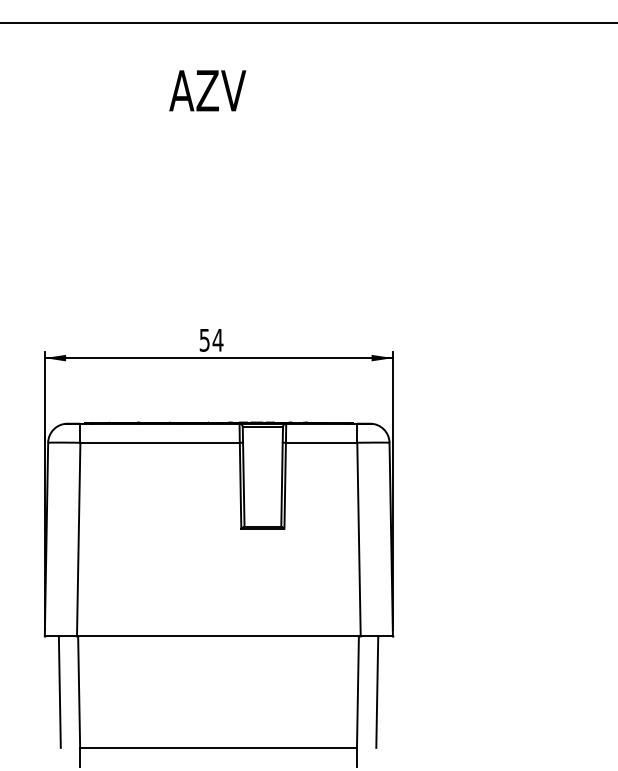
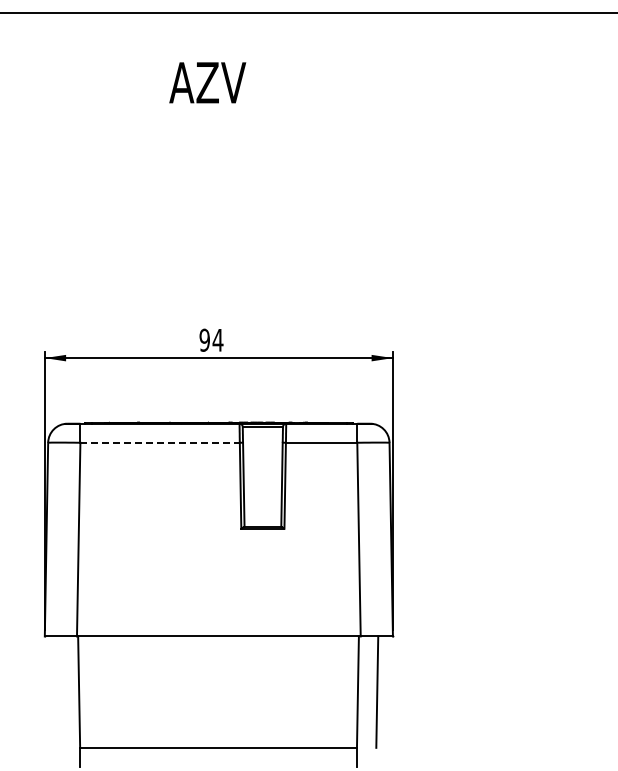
line at (308, 23) position: (308, 23) -> (308, 13)
text at (207, 90) position: (207, 90) -> (207, 82)
text at (204, 339): 54 -> 94
line at (160, 442): solid -> dashed
line at (59, 691): present -> none
